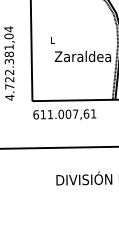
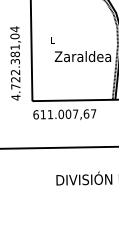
text at (9, 63) position: (9, 63) -> (15, 63)
text at (93, 113): 611.007,61 -> 611.007,67
